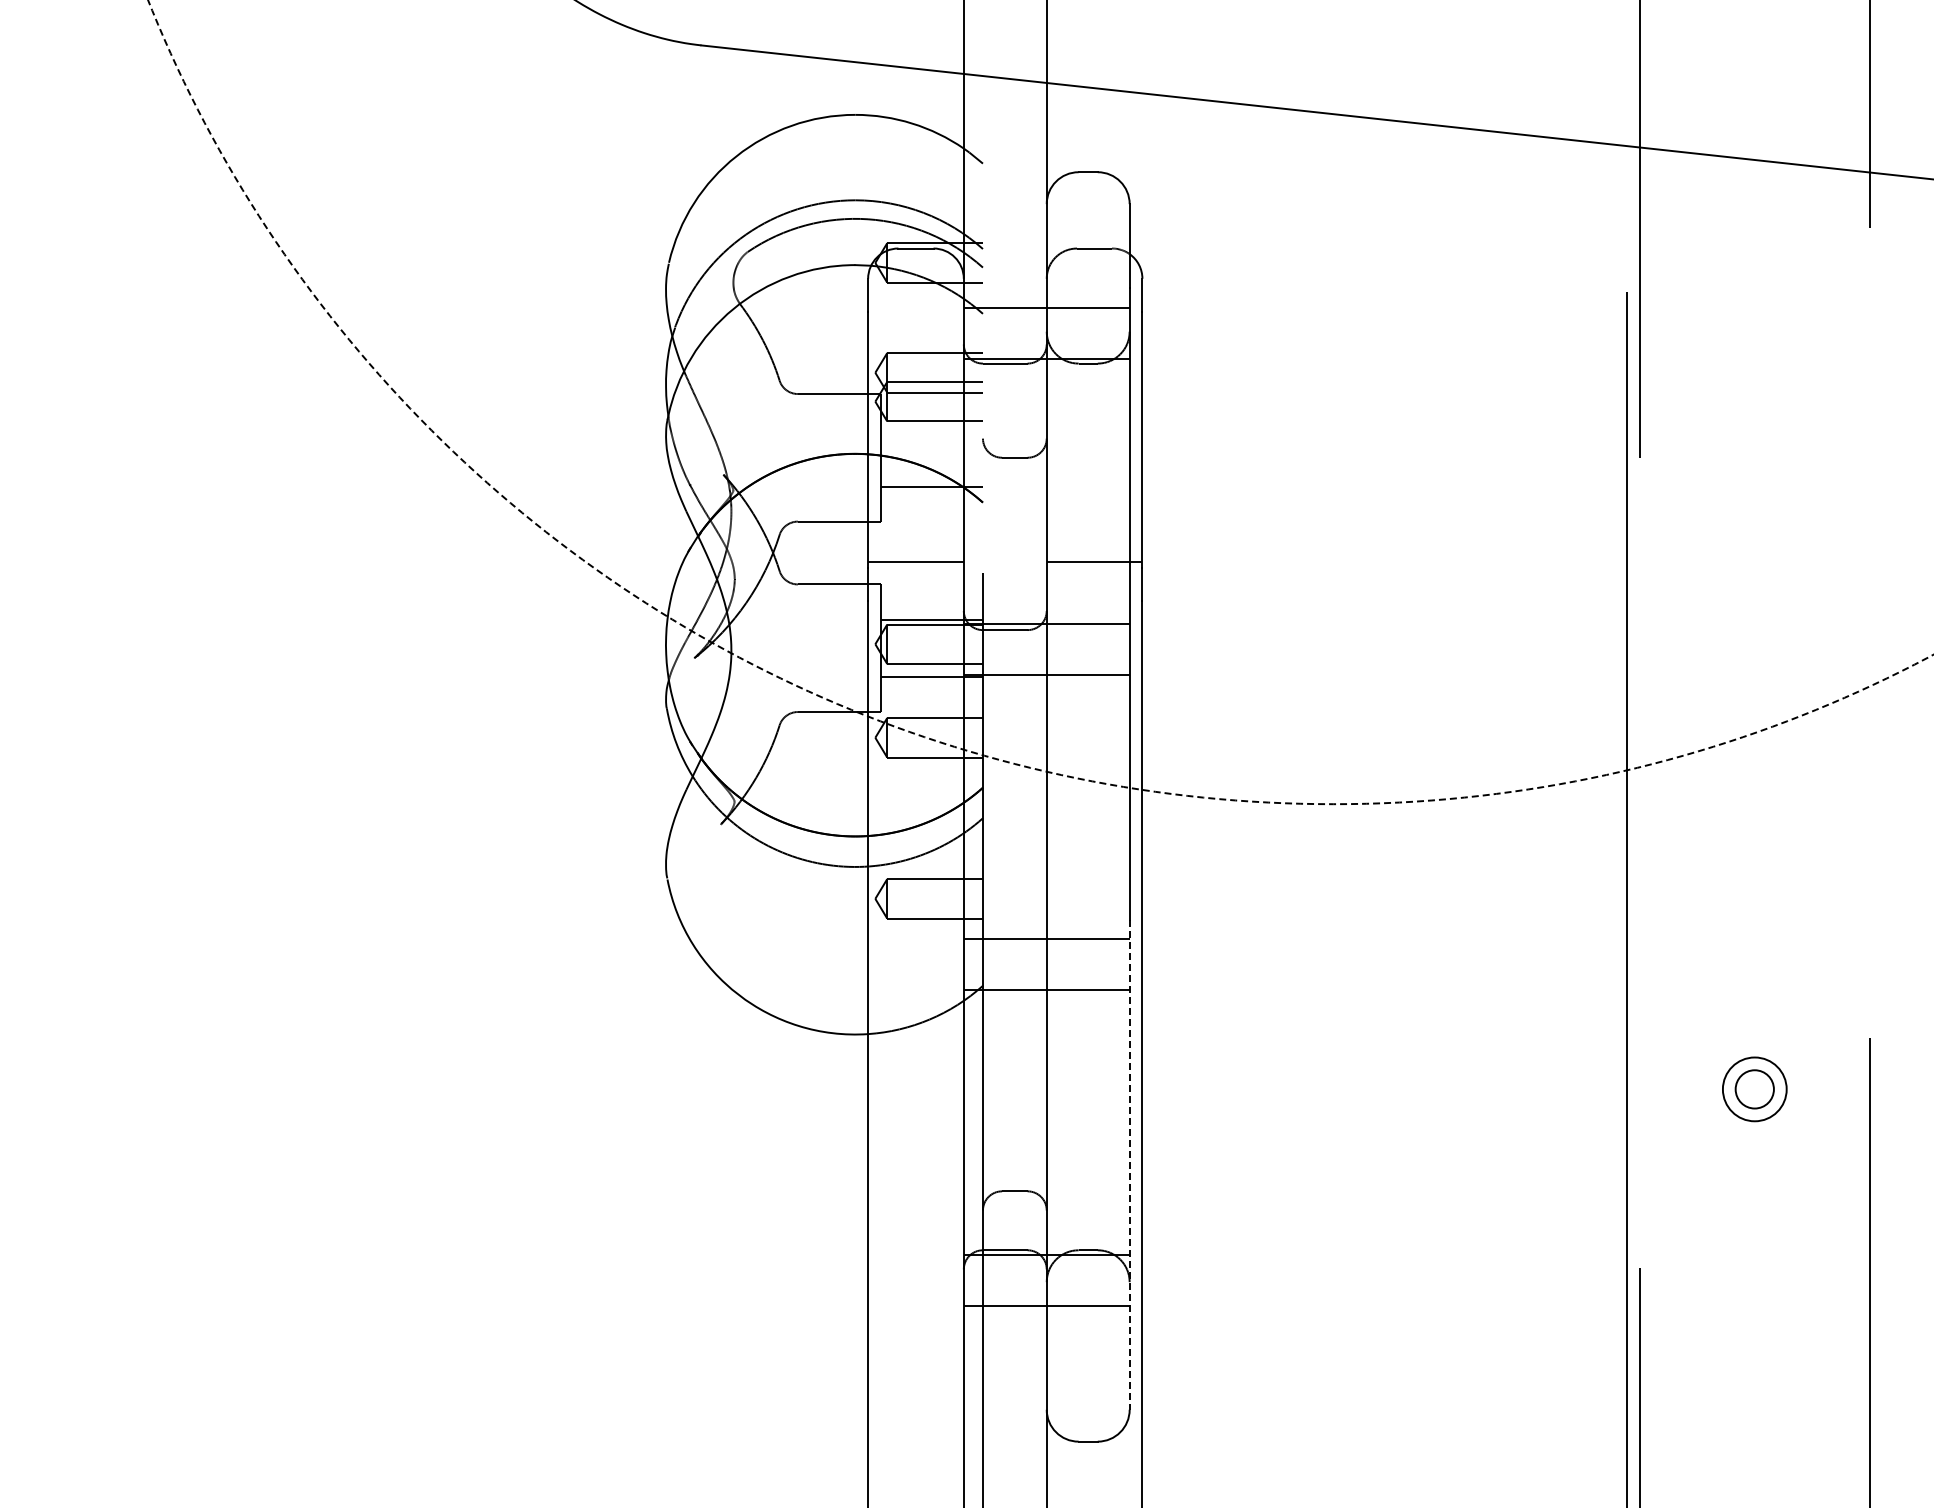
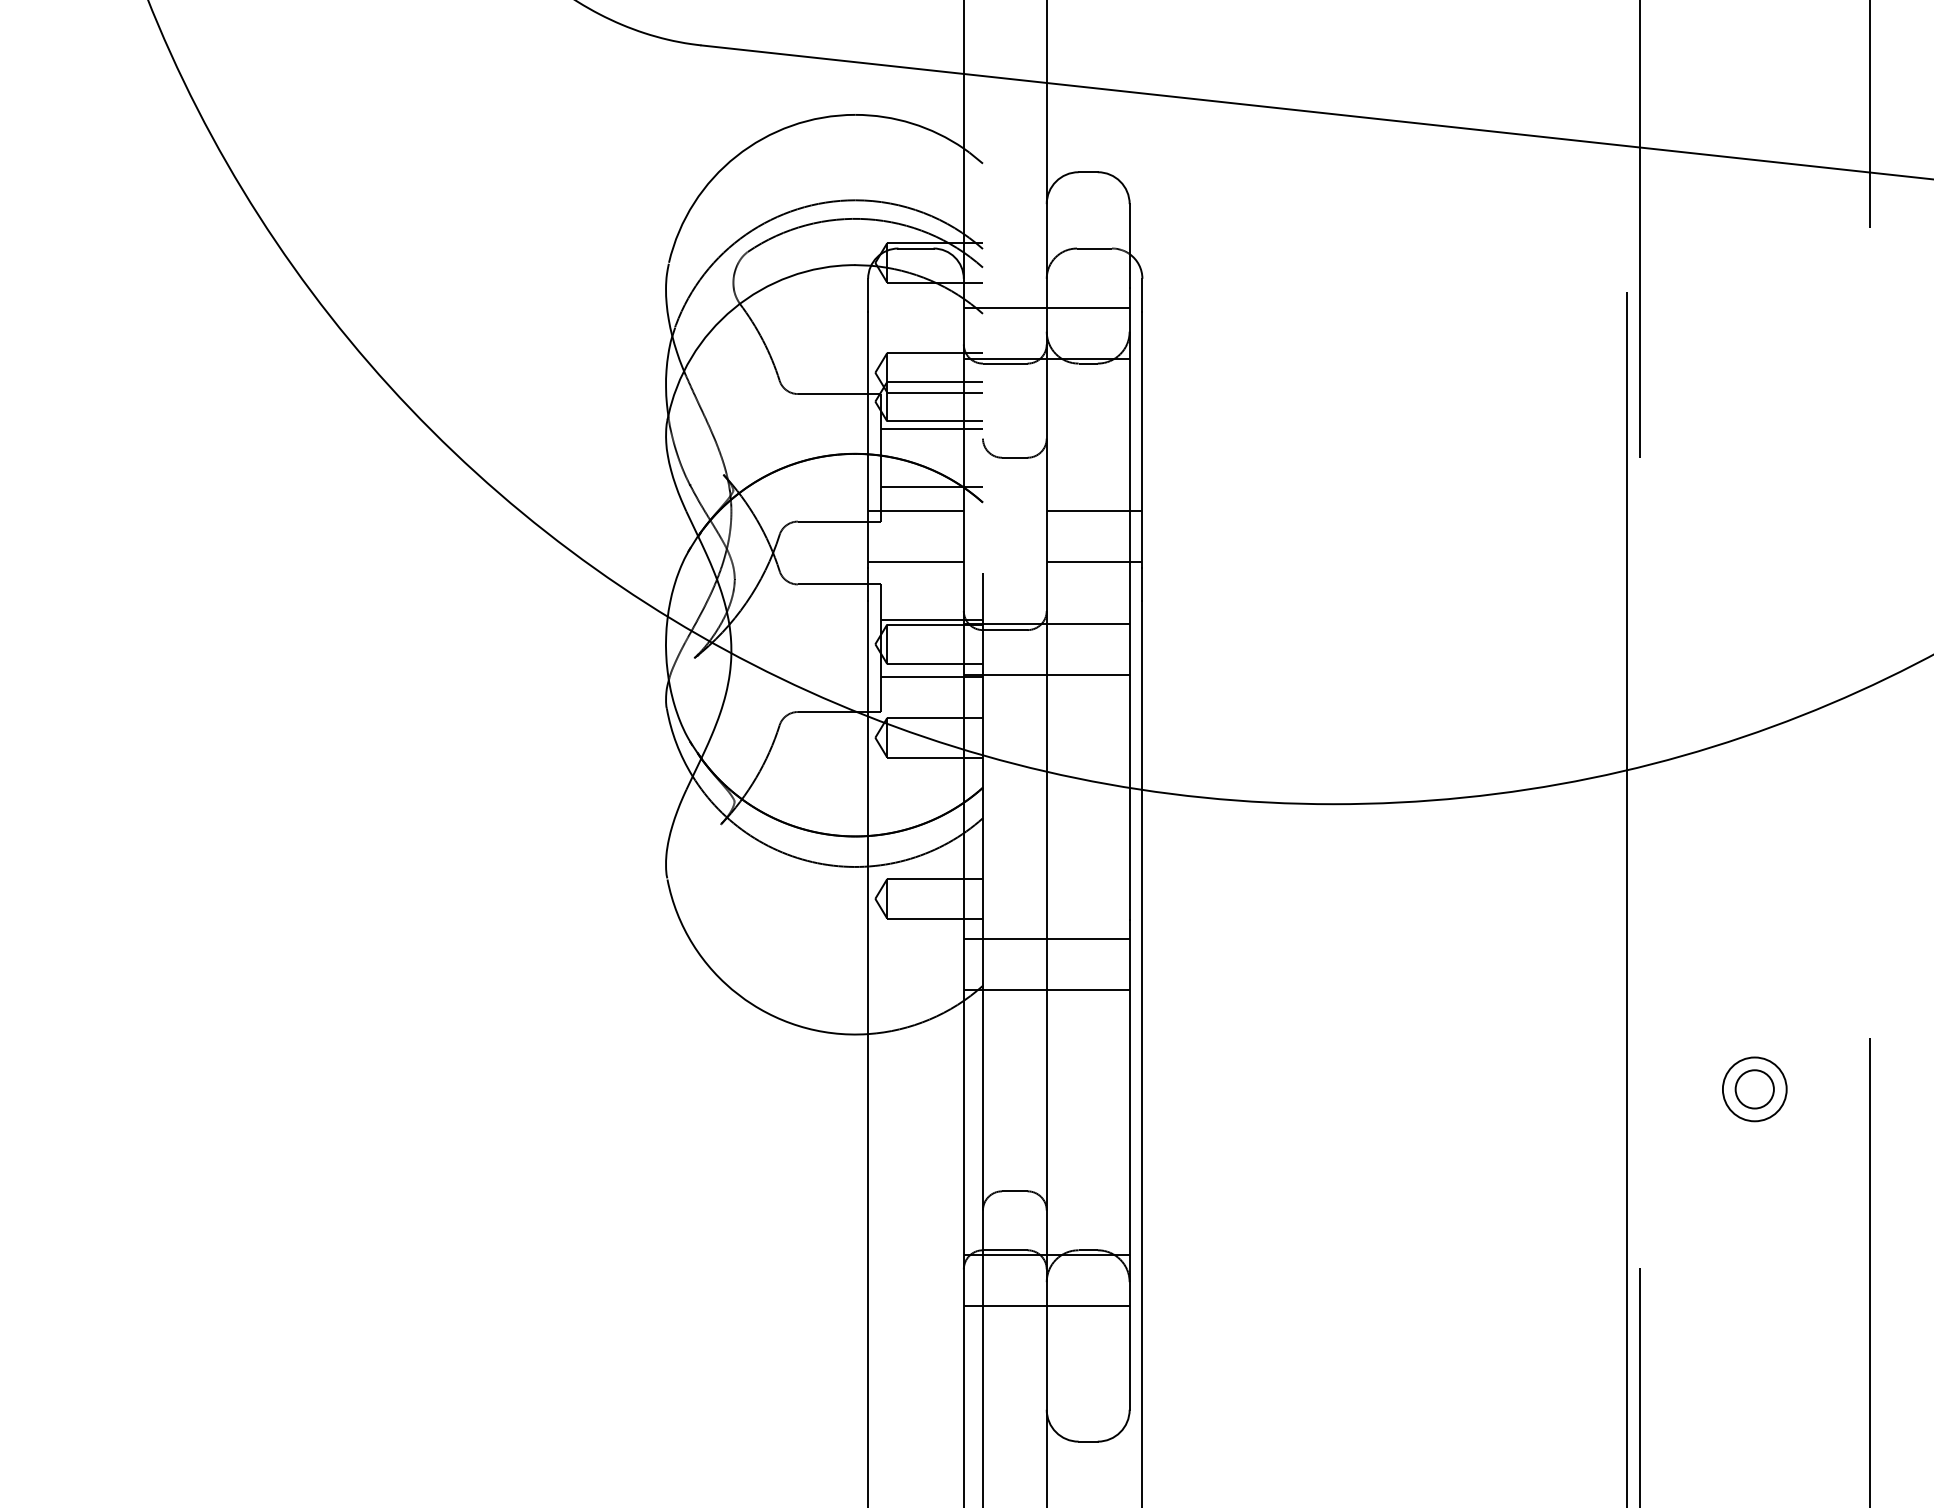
circle at (1040, 402): dashed -> solid
line at (931, 429): none -> present
line at (915, 511): none -> present
line at (1094, 511): none -> present
line at (1129, 1165): dashed -> solid
